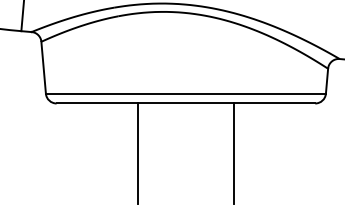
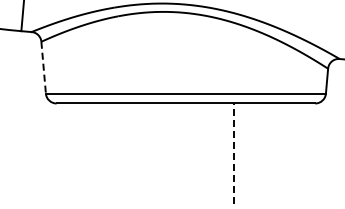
line at (43, 68): solid -> dashed
line at (137, 153): present -> none
line at (234, 153): solid -> dashed
